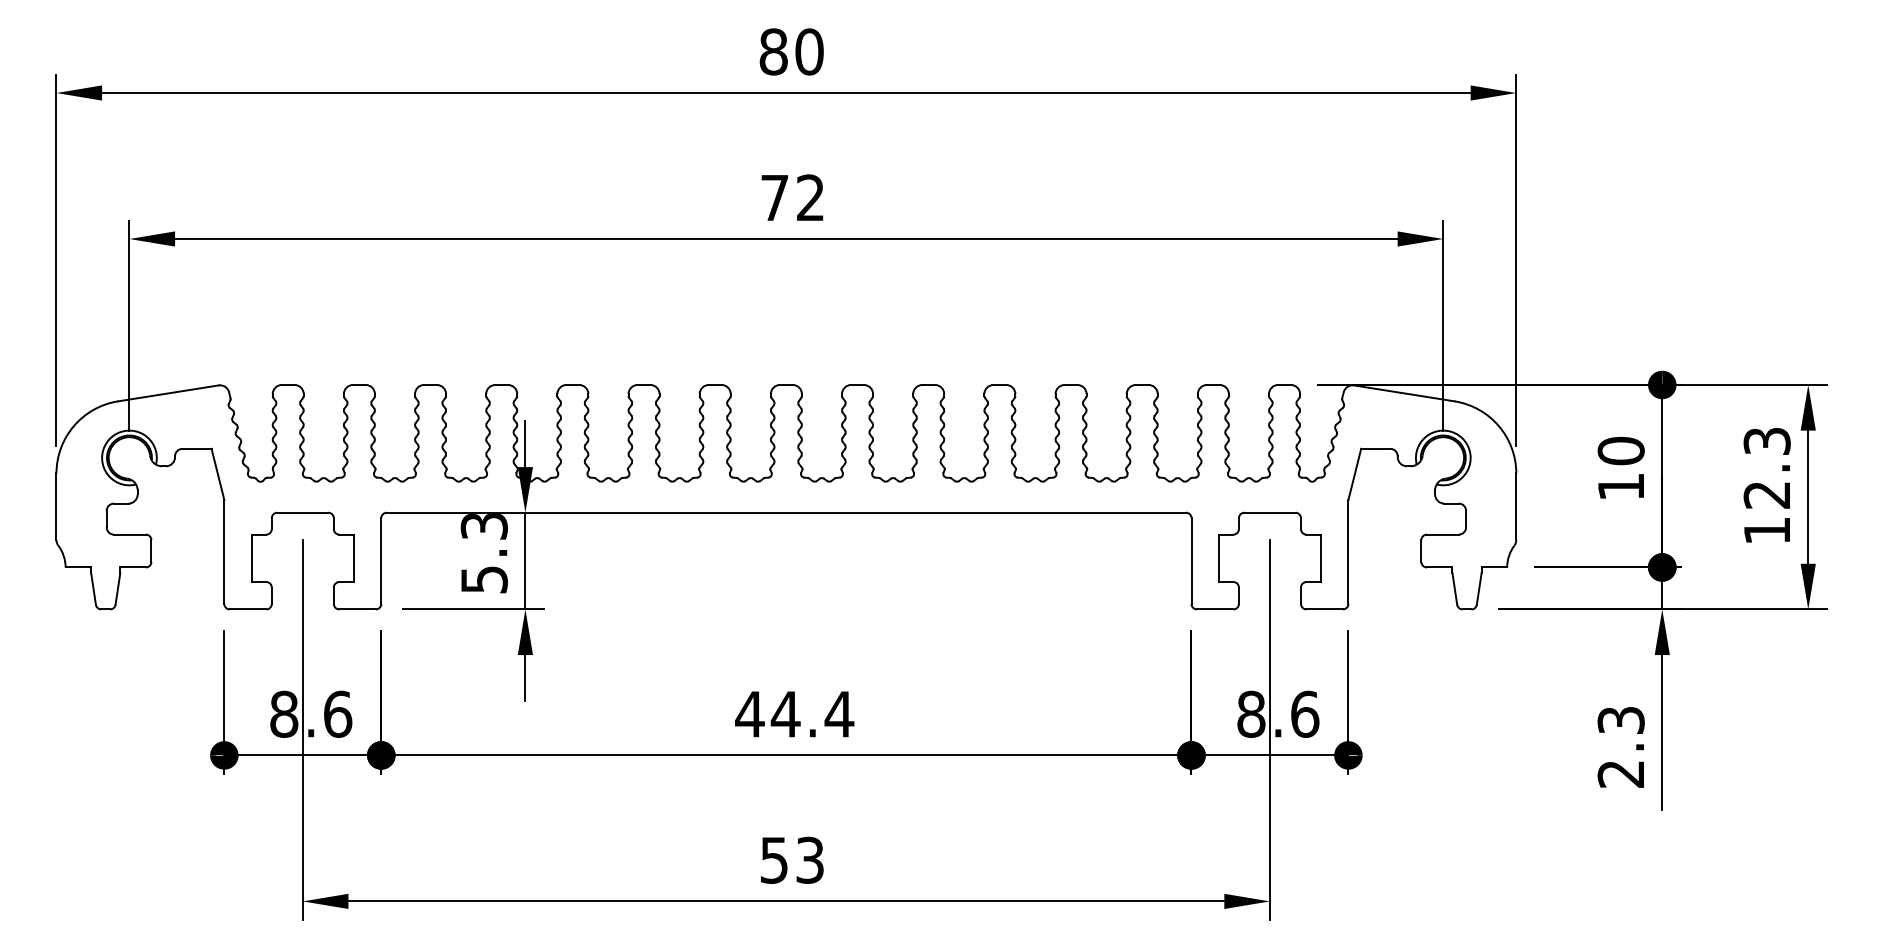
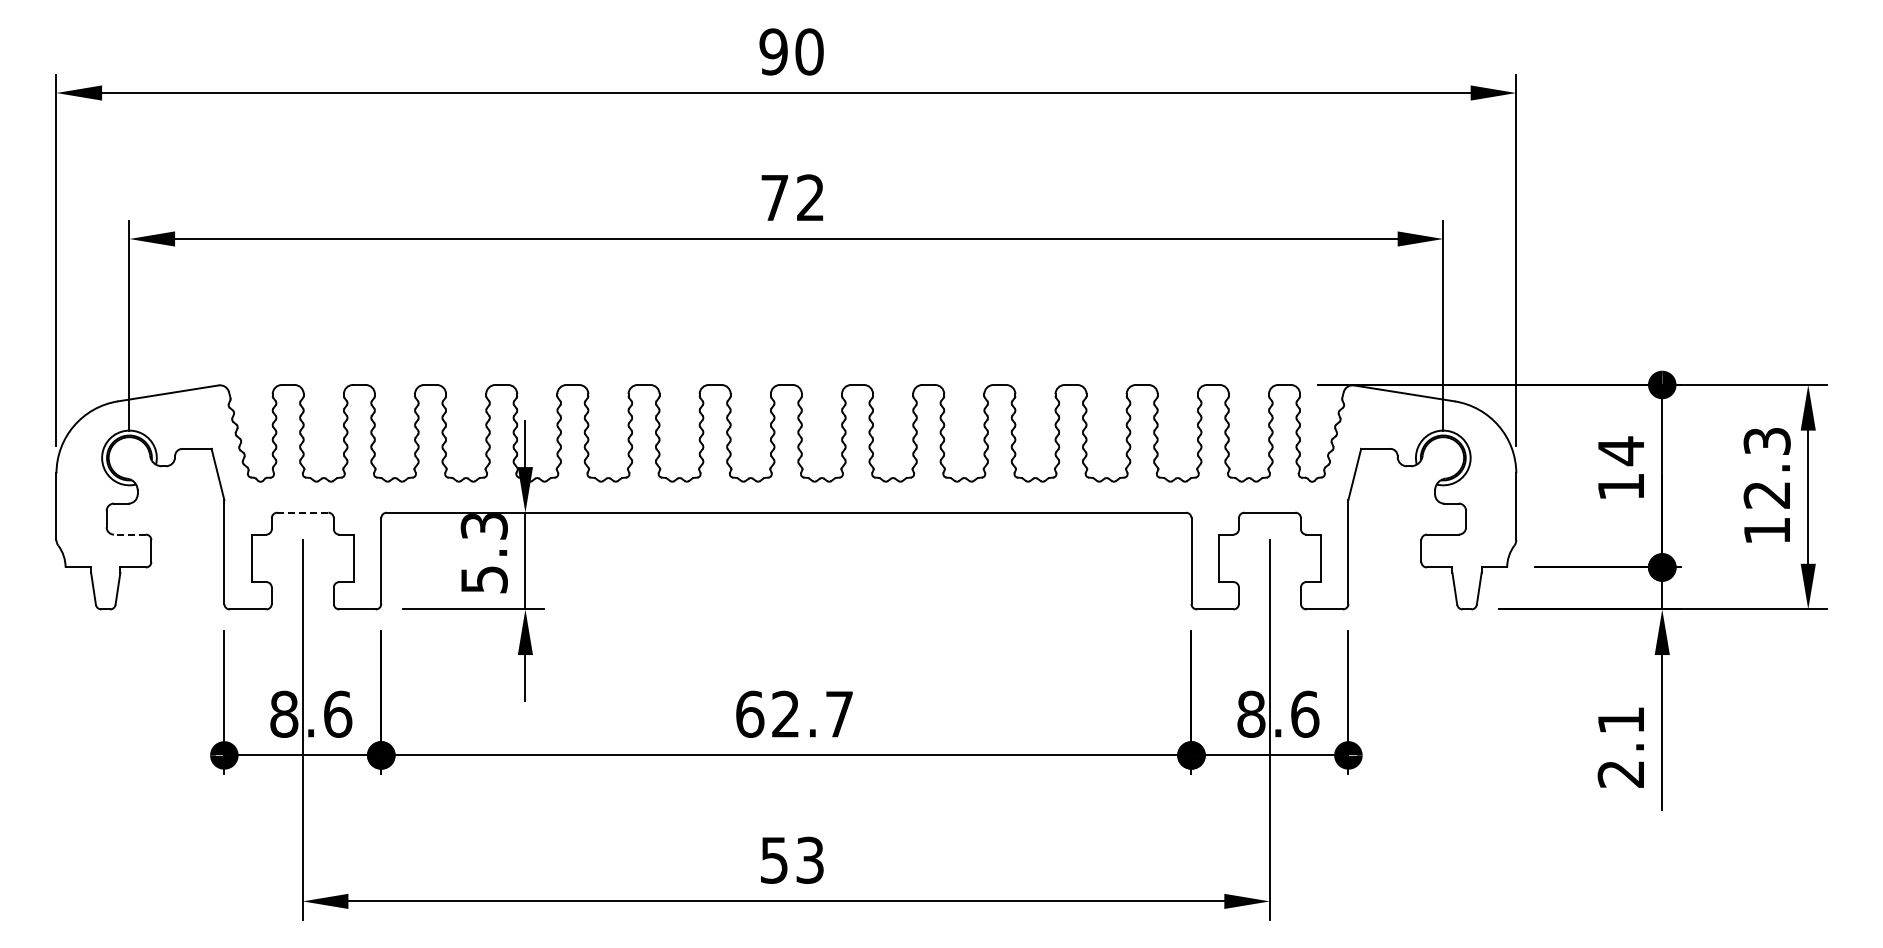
text at (773, 51): 80 -> 90
text at (1620, 451): 10 -> 14
line at (302, 512): solid -> dashed
line at (129, 534): solid -> dashed
text at (794, 713): 44.4 -> 62.7
text at (1620, 720): 2.3 -> 2.1
